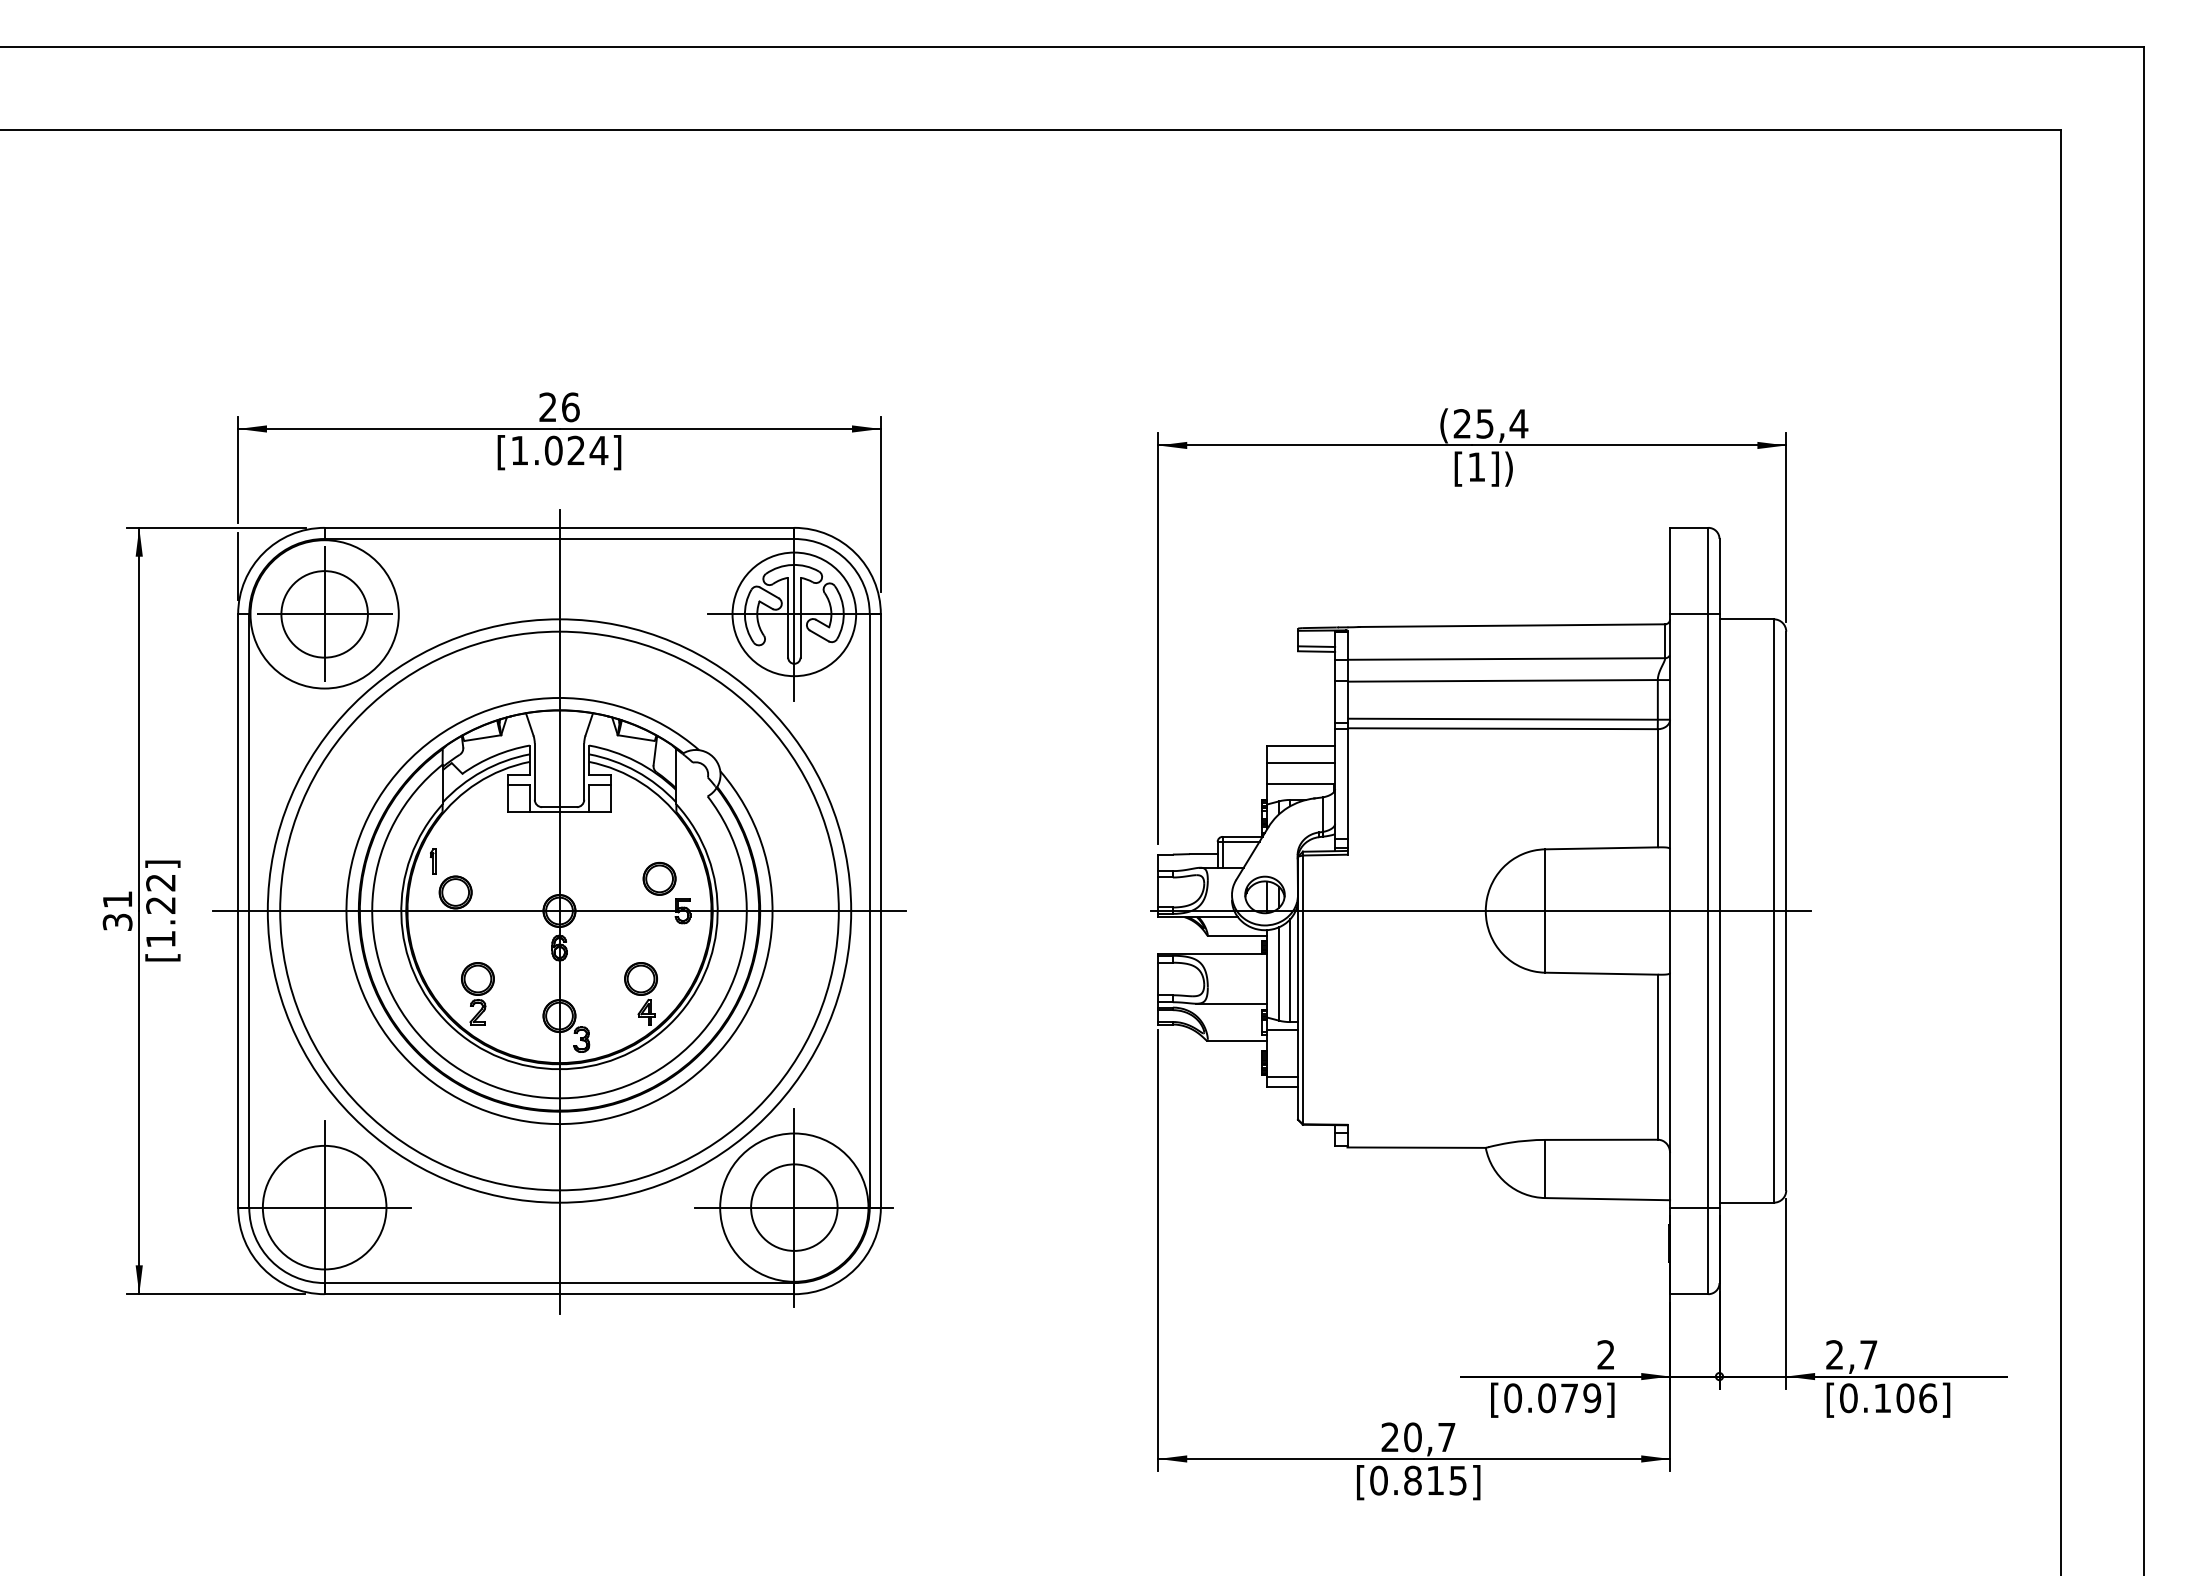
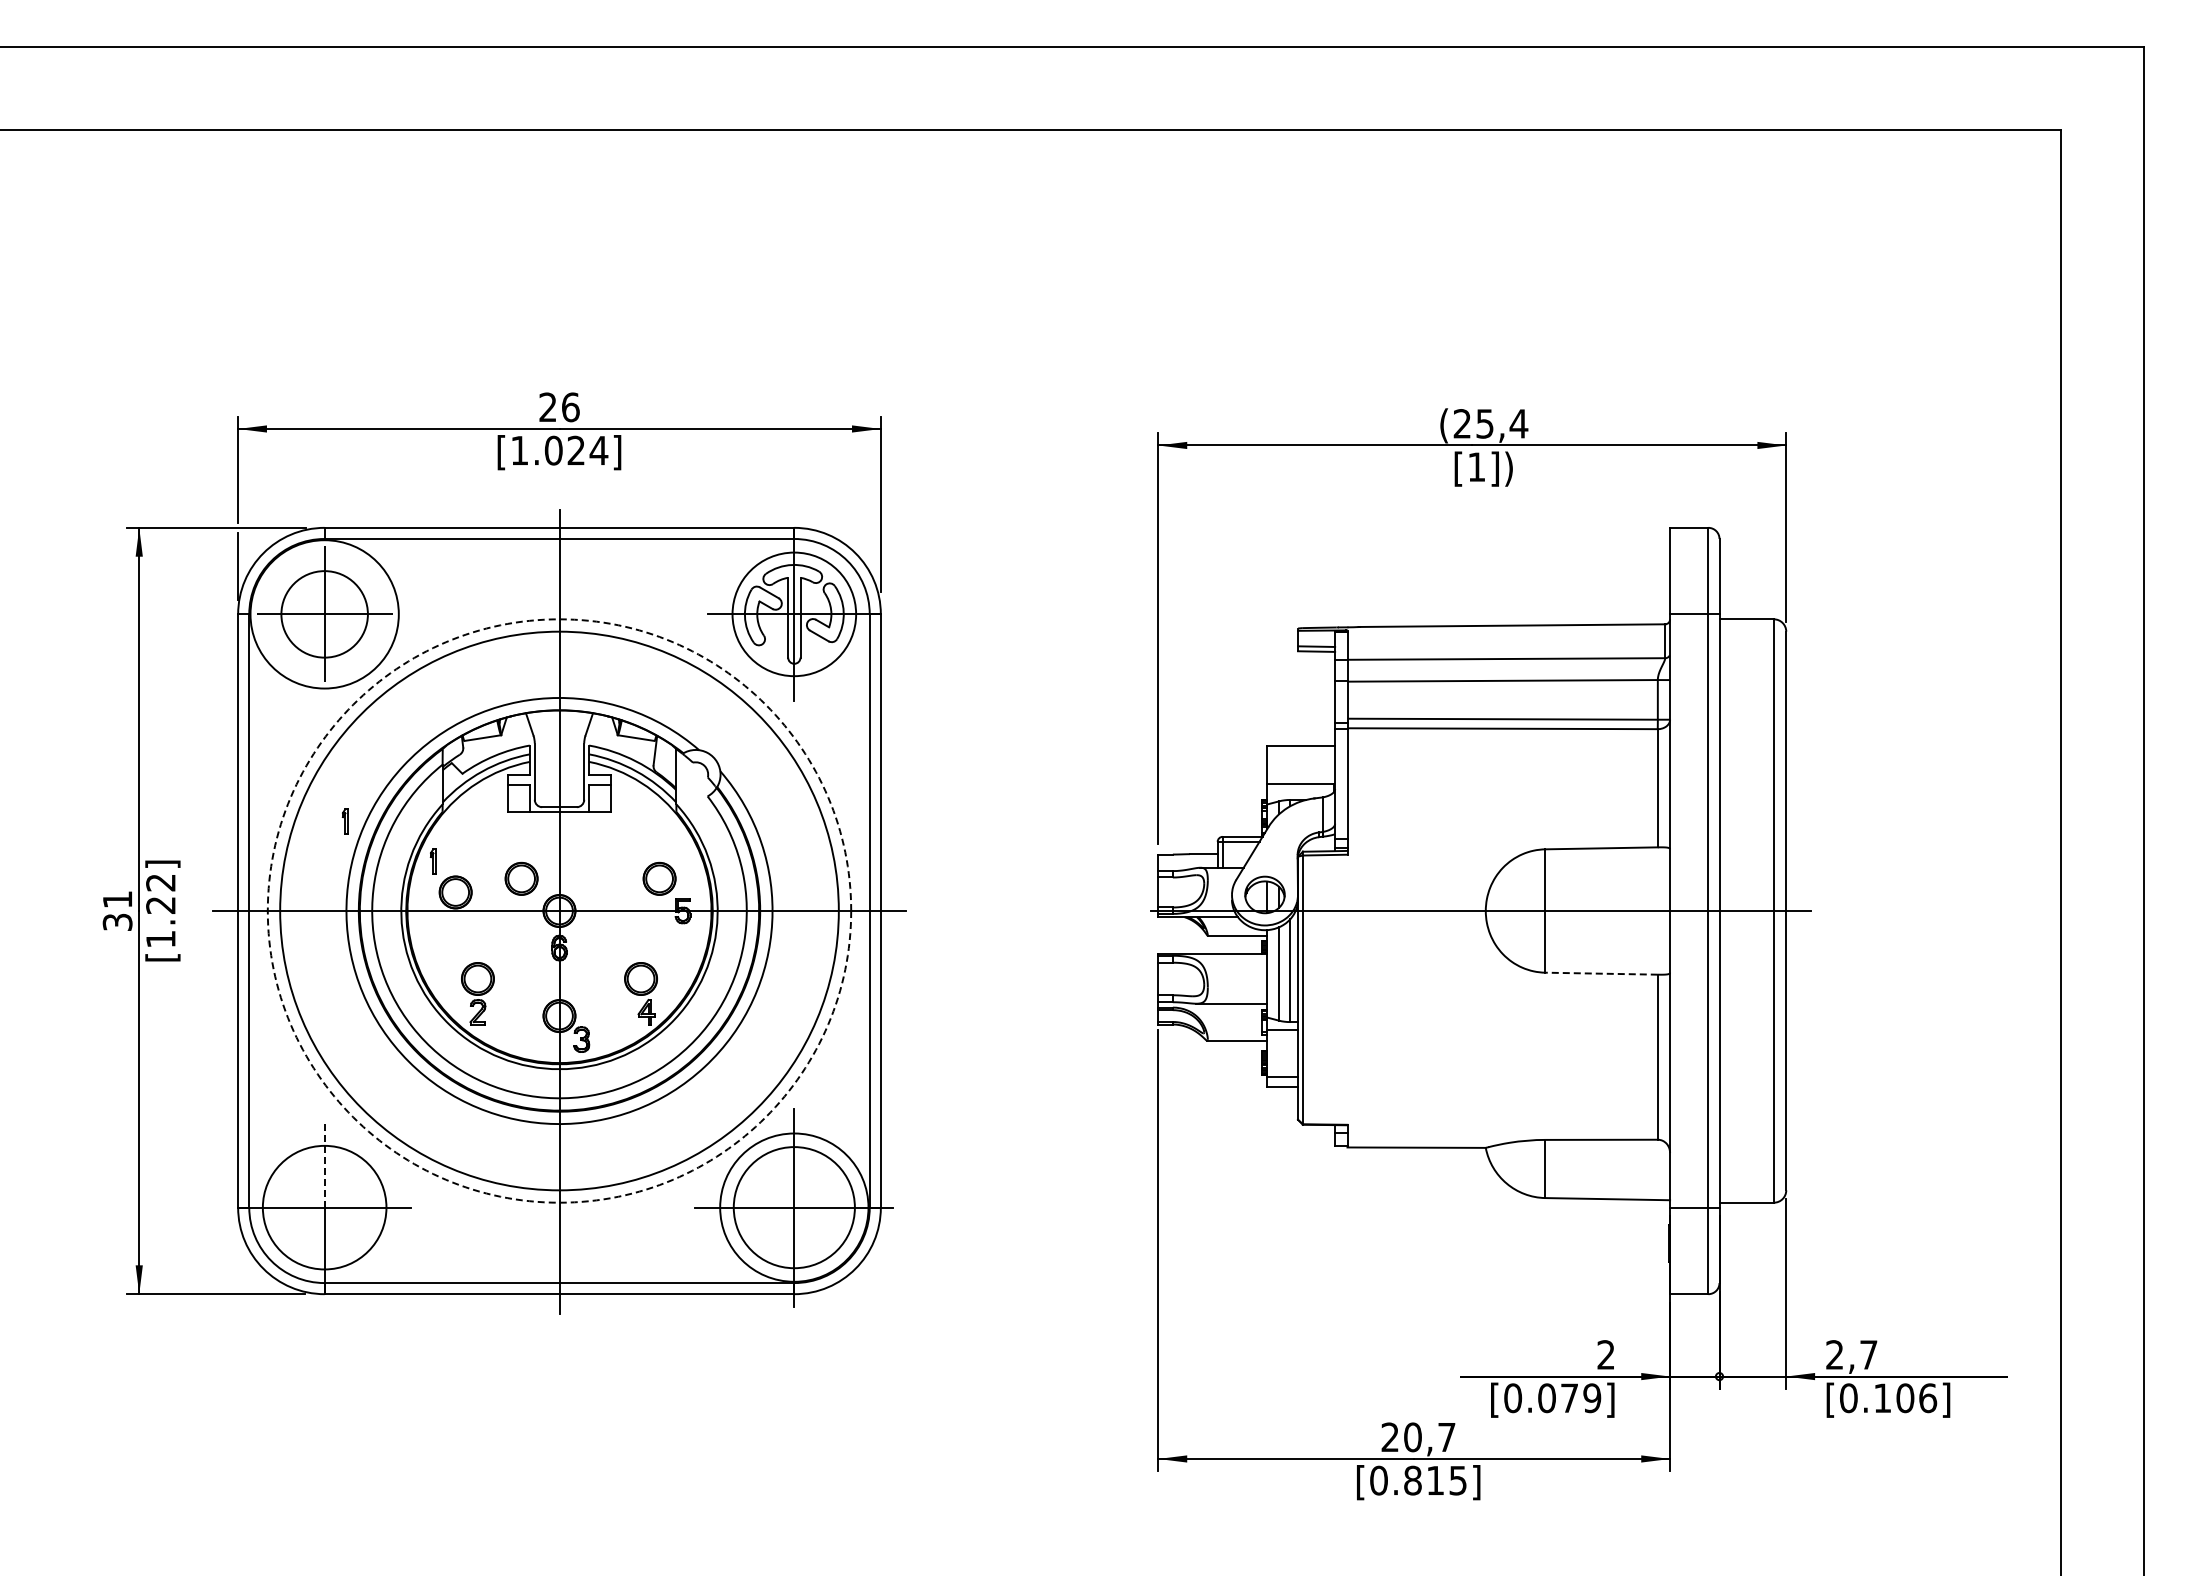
line at (1301, 763): present -> none
part at (344, 821): none -> present
part at (521, 878): none -> present
circle at (559, 910): solid -> dashed
line at (1601, 973): solid -> dashed
line at (324, 1163): solid -> dashed
circle at (794, 1207) diameter: 87 px -> 121 px
